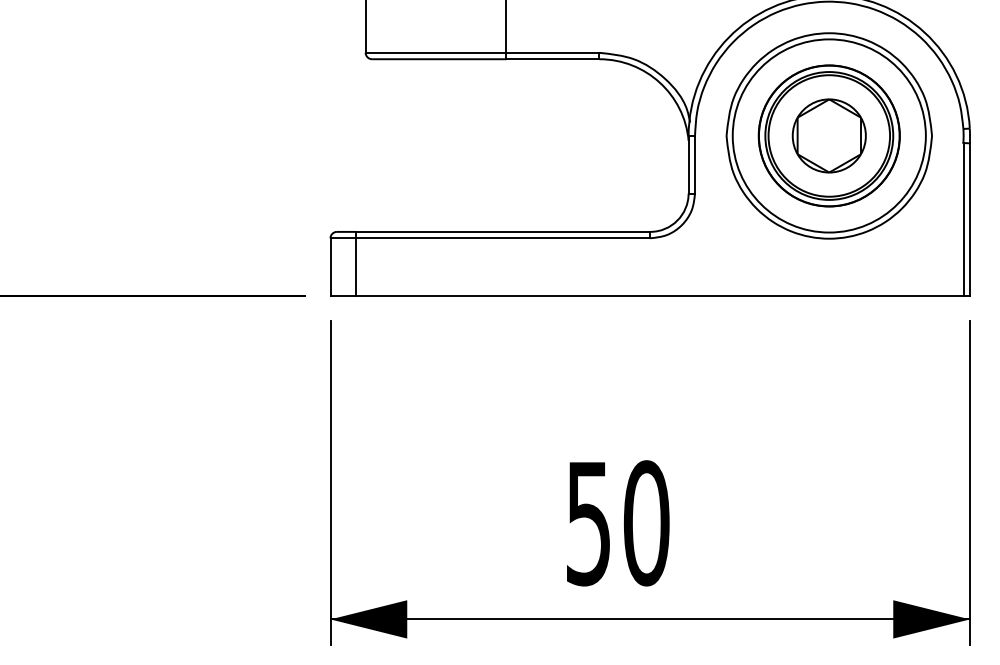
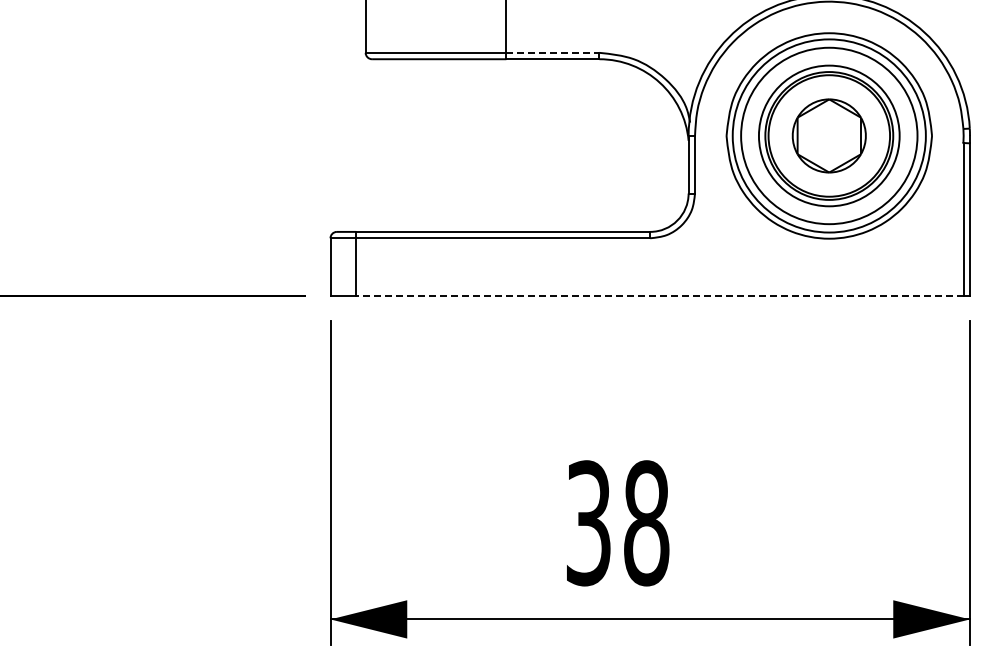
line at (552, 52): solid -> dashed
circle at (828, 135) diameter: 141 px -> 176 px
line at (659, 295): solid -> dashed
text at (618, 523): 50 -> 38
